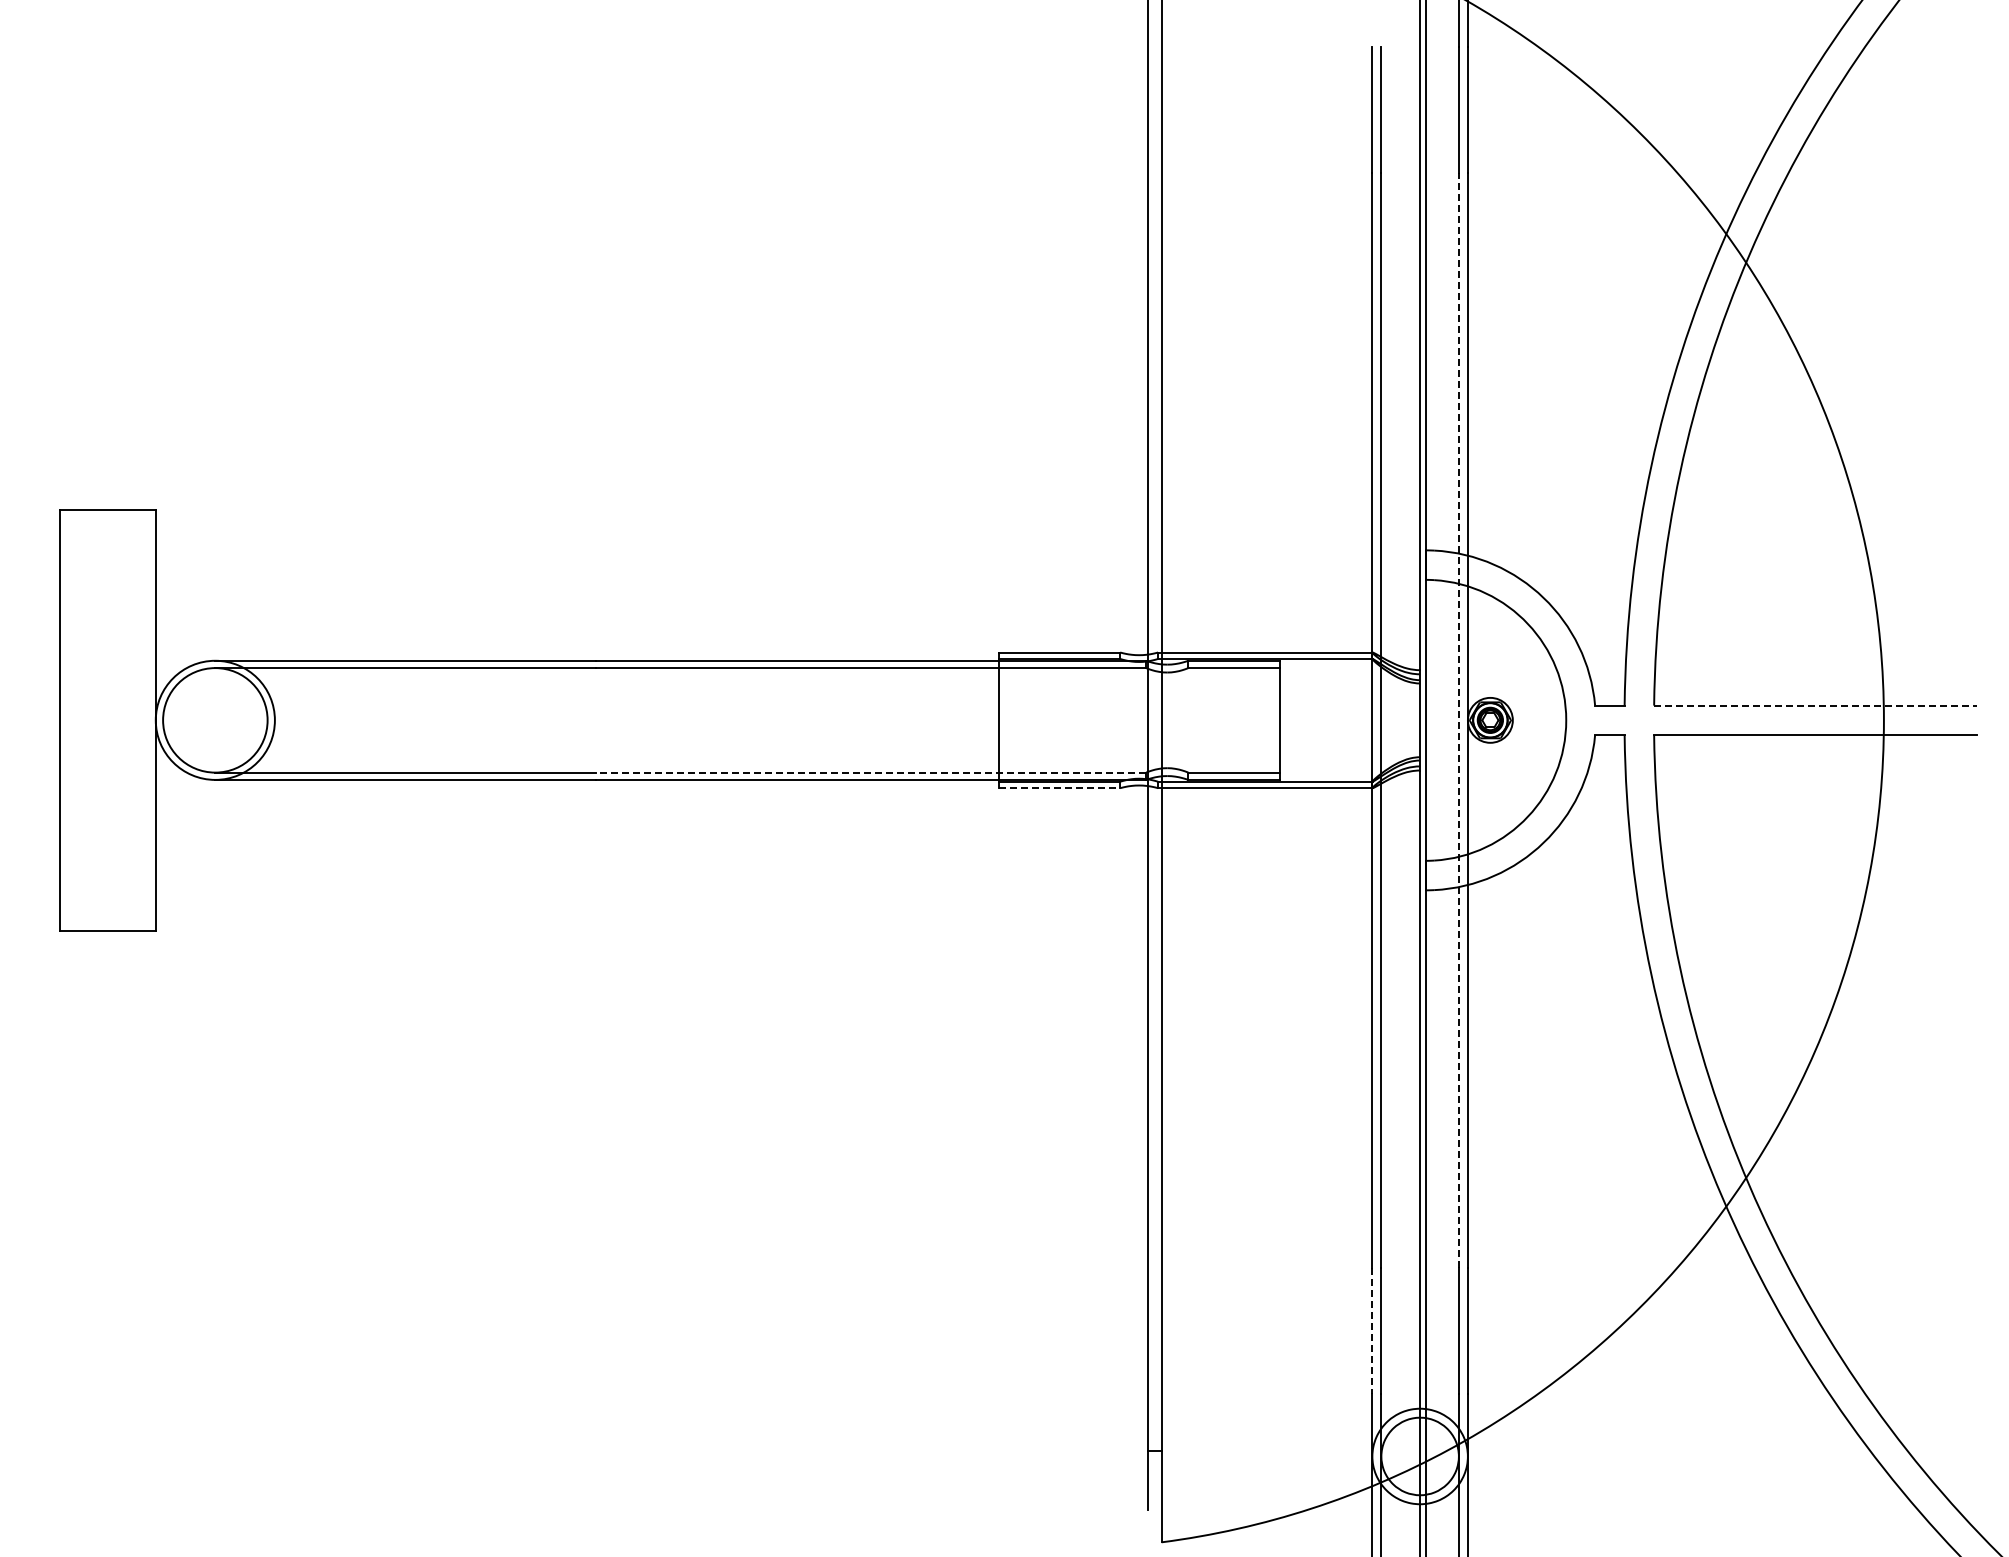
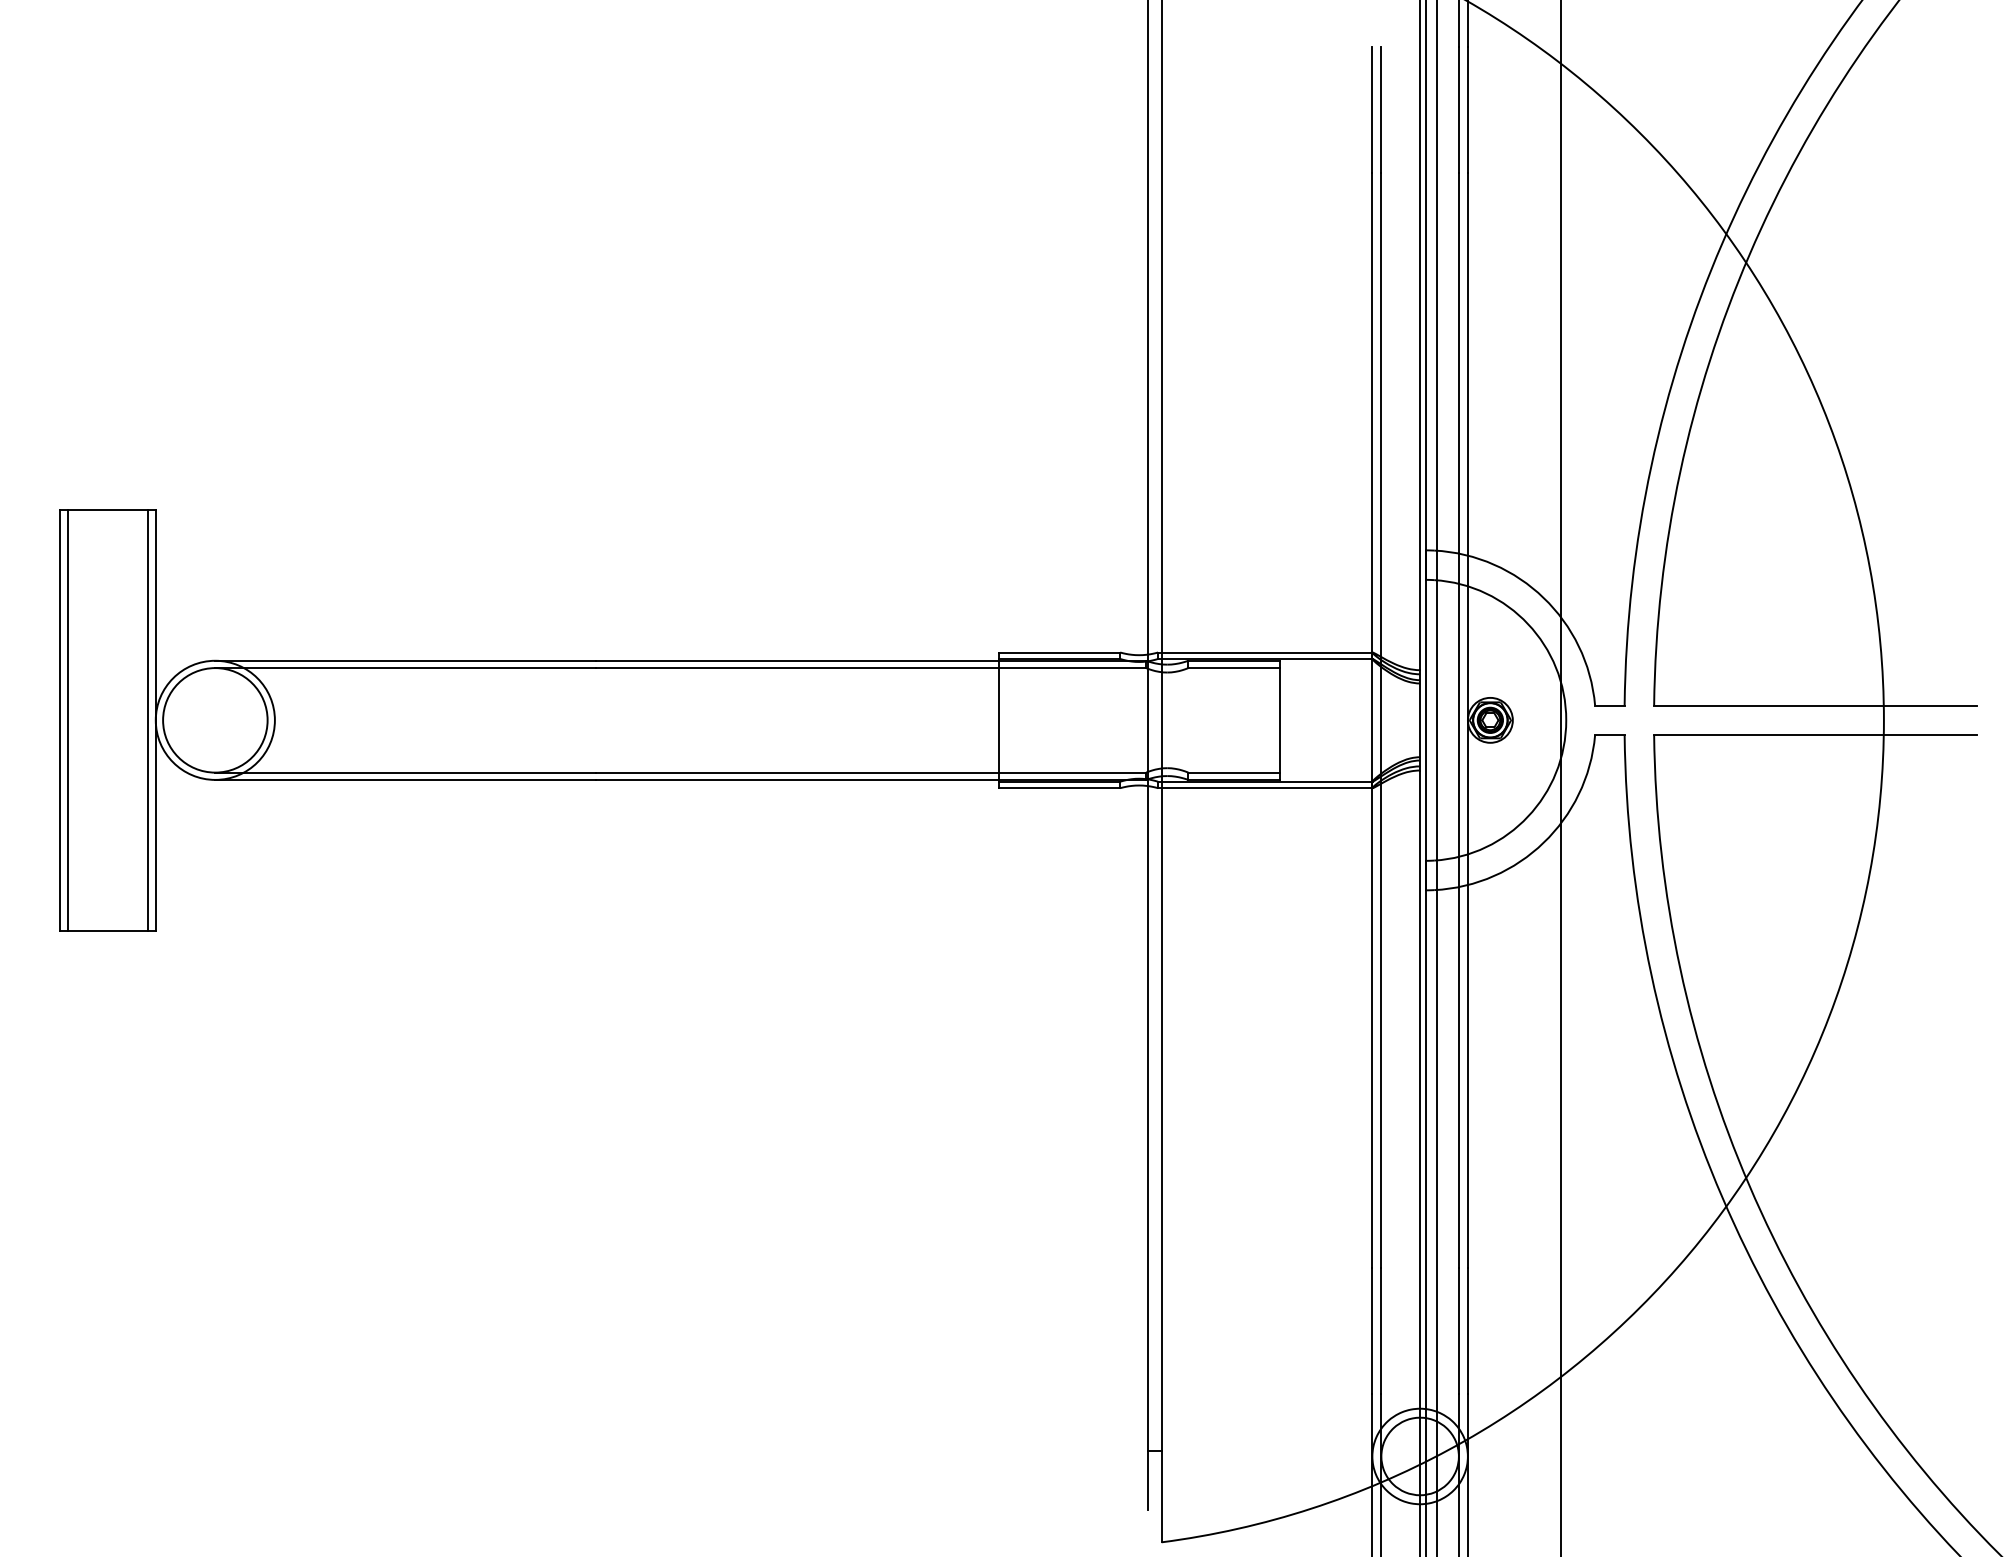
line at (1815, 705): dashed -> solid
line at (67, 720): none -> present
line at (148, 720): none -> present
line at (1458, 720): dashed -> solid
line at (870, 772): dashed -> solid
line at (1437, 777): none -> present
line at (1560, 777): none -> present
line at (1059, 788): dashed -> solid
line at (1372, 1331): dashed -> solid
